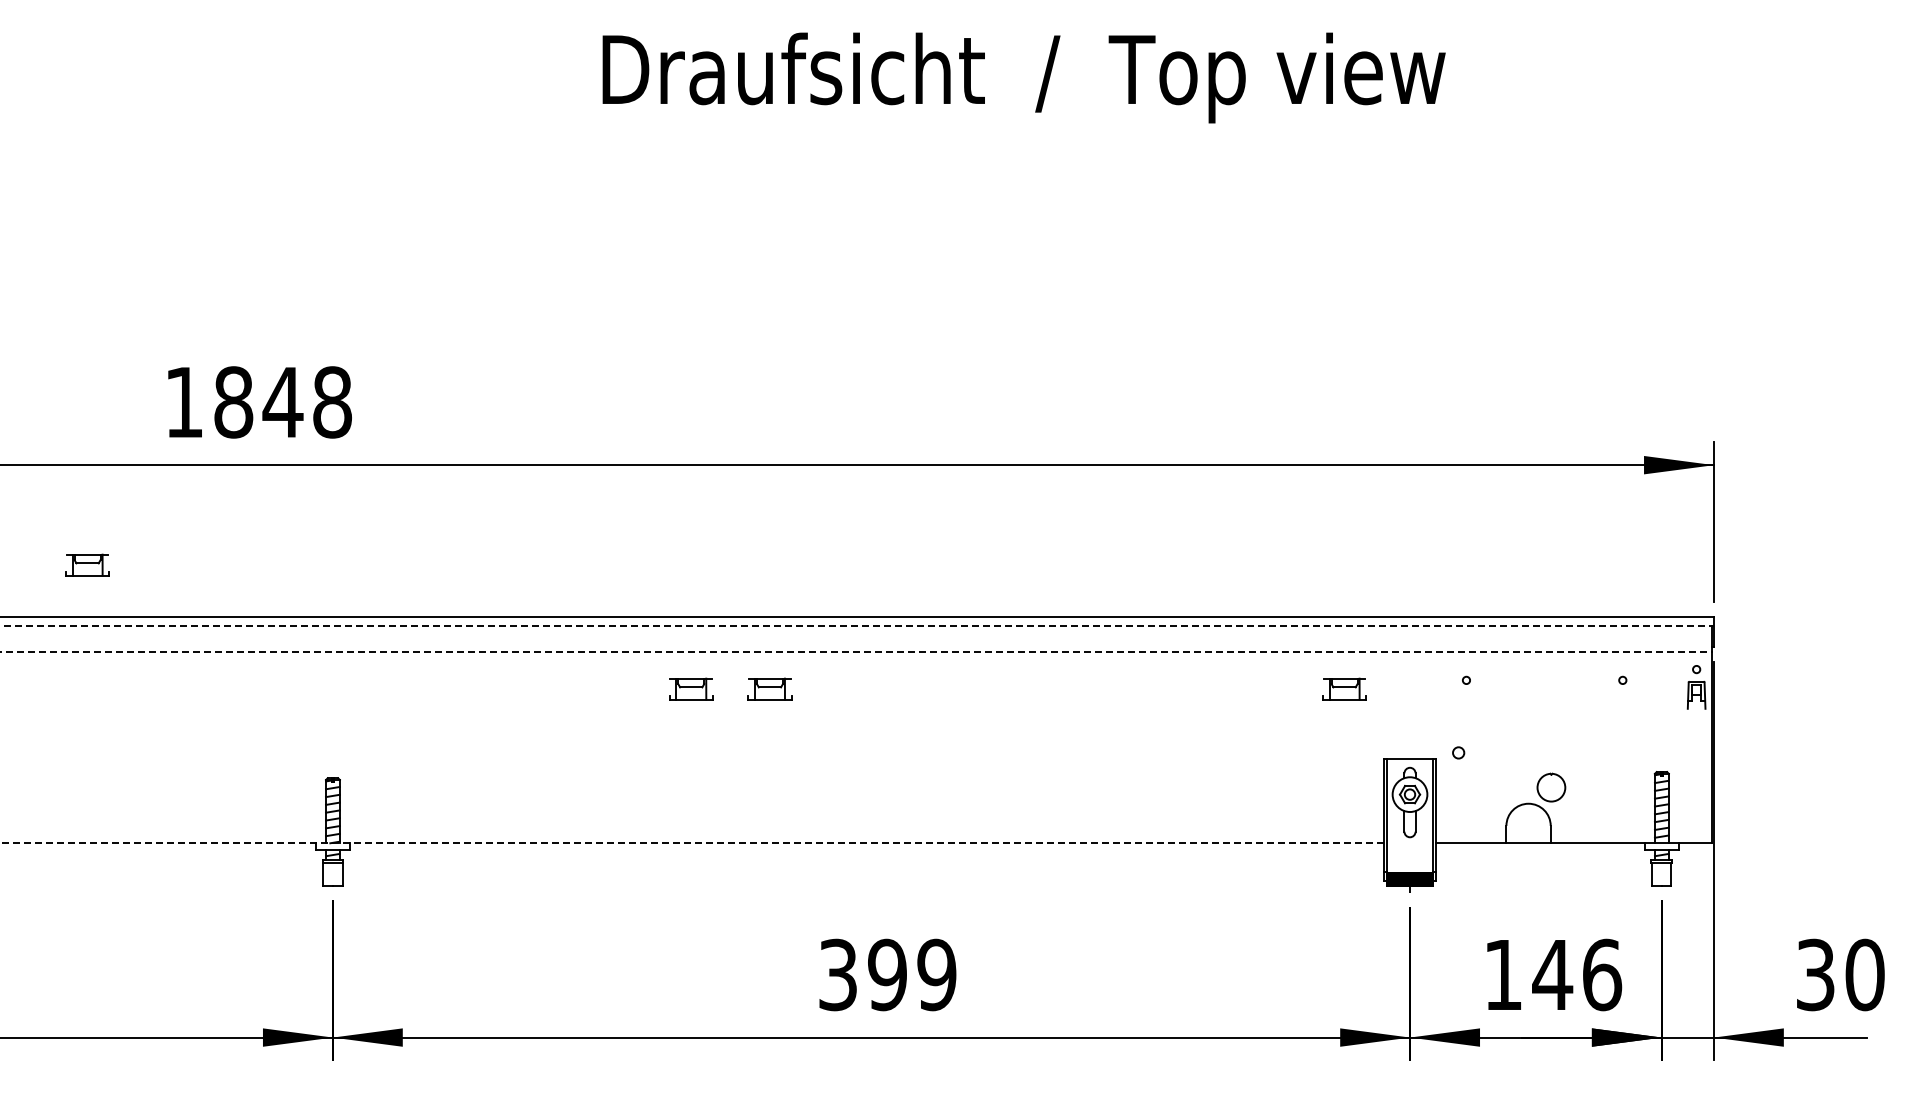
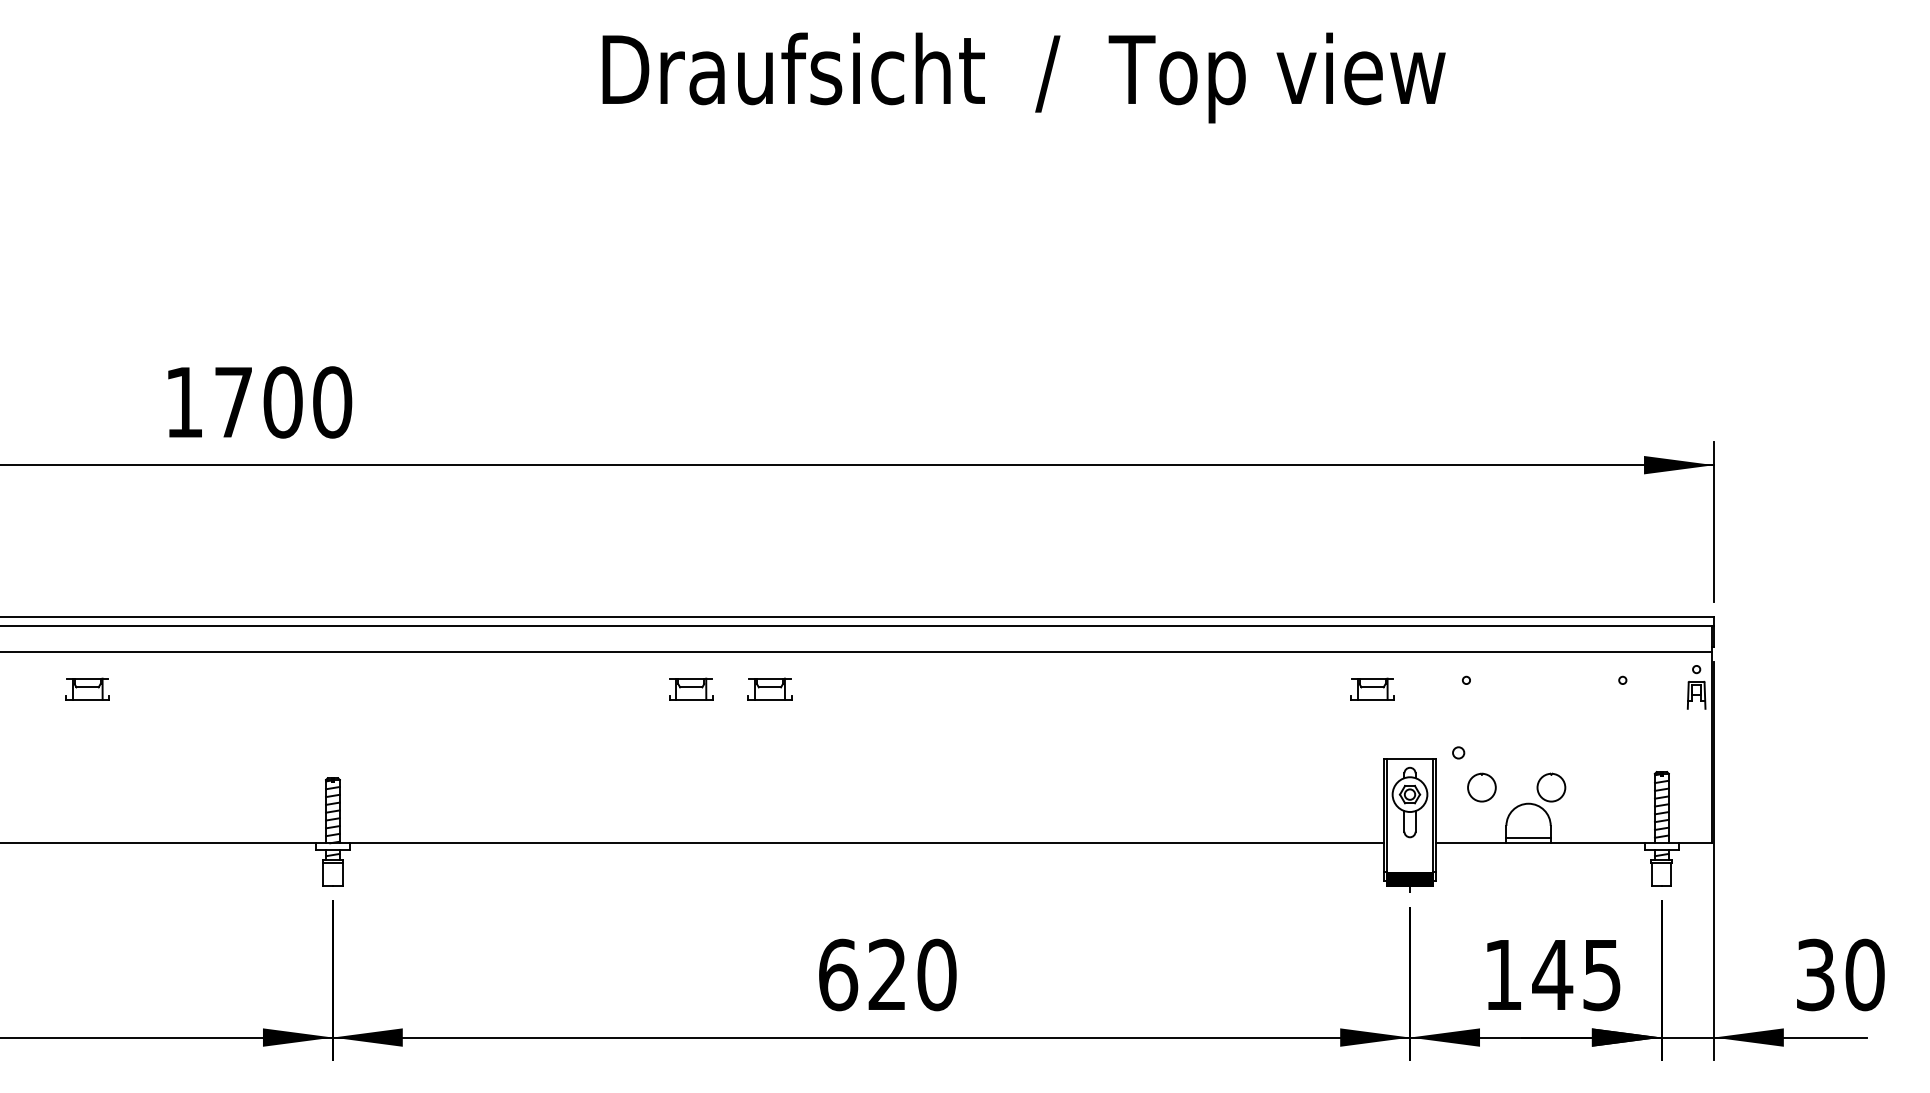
text at (283, 402): 1848 -> 1700
part at (87, 564) position: (87, 564) -> (87, 688)
line at (857, 626): dashed -> solid
line at (856, 652): dashed -> solid
part at (1344, 688) position: (1344, 688) -> (1372, 688)
part at (1481, 787): none -> present
line at (1528, 838): none -> present
line at (692, 843): dashed -> solid
text at (887, 974): 399 -> 620
text at (1602, 974): 146 -> 145
